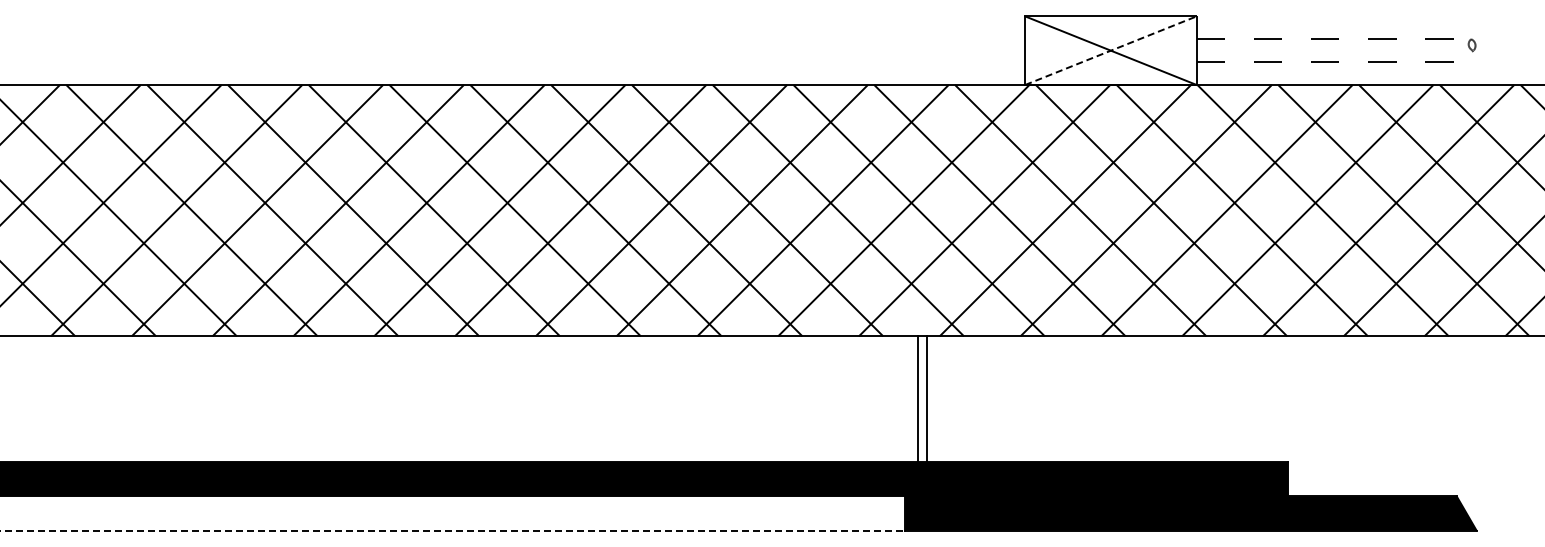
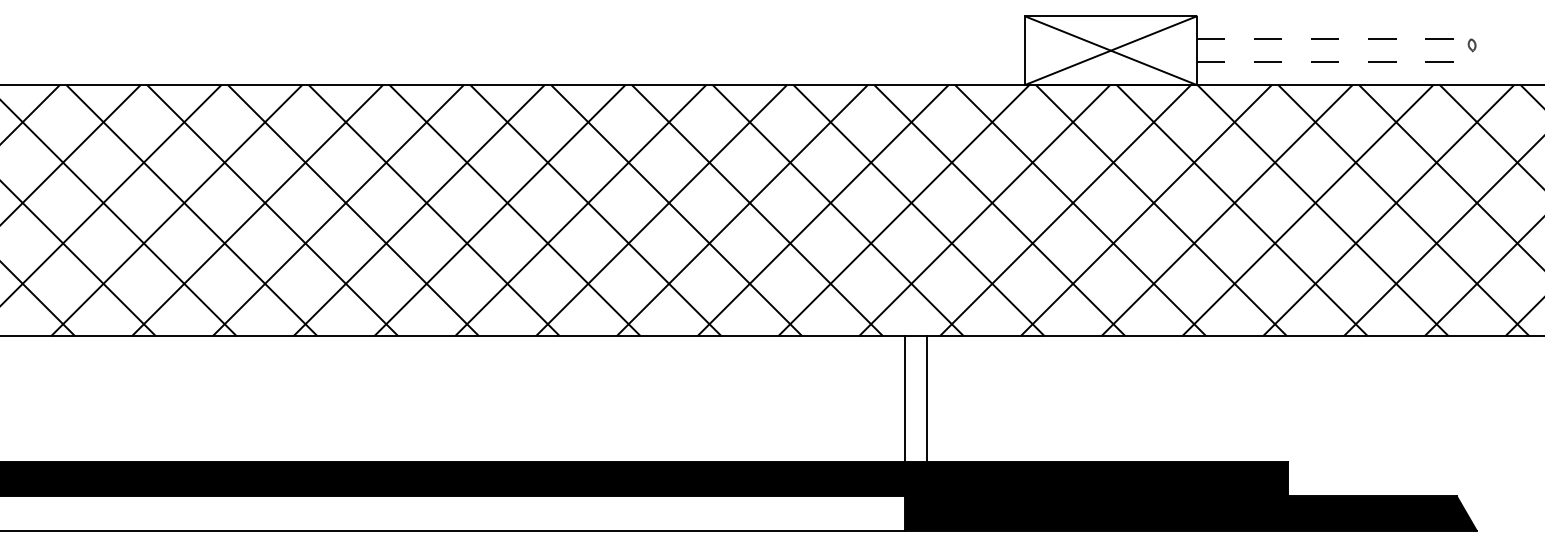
line at (1111, 50): dashed -> solid
line at (917, 399) position: (917, 399) -> (904, 399)
line at (453, 530): dashed -> solid
